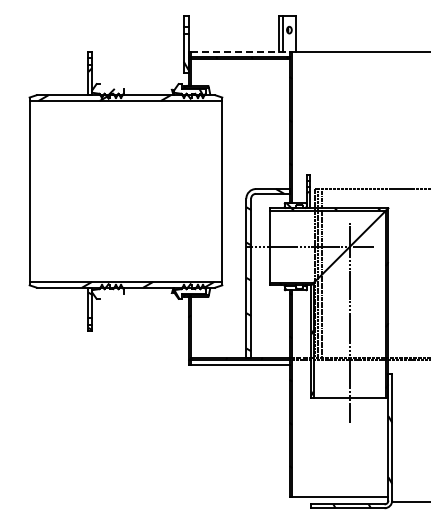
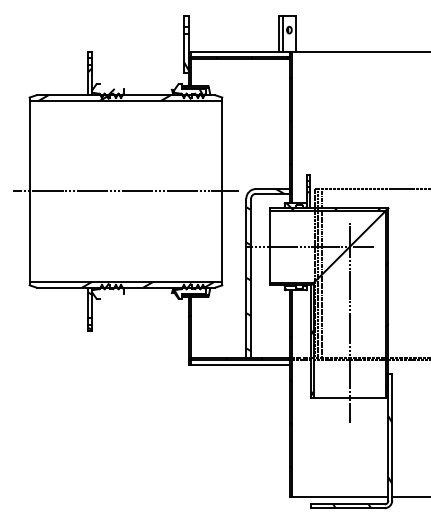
line at (240, 51): dashed -> solid
line at (125, 191): none -> present
line at (409, 502) position: (409, 502) -> (409, 497)
